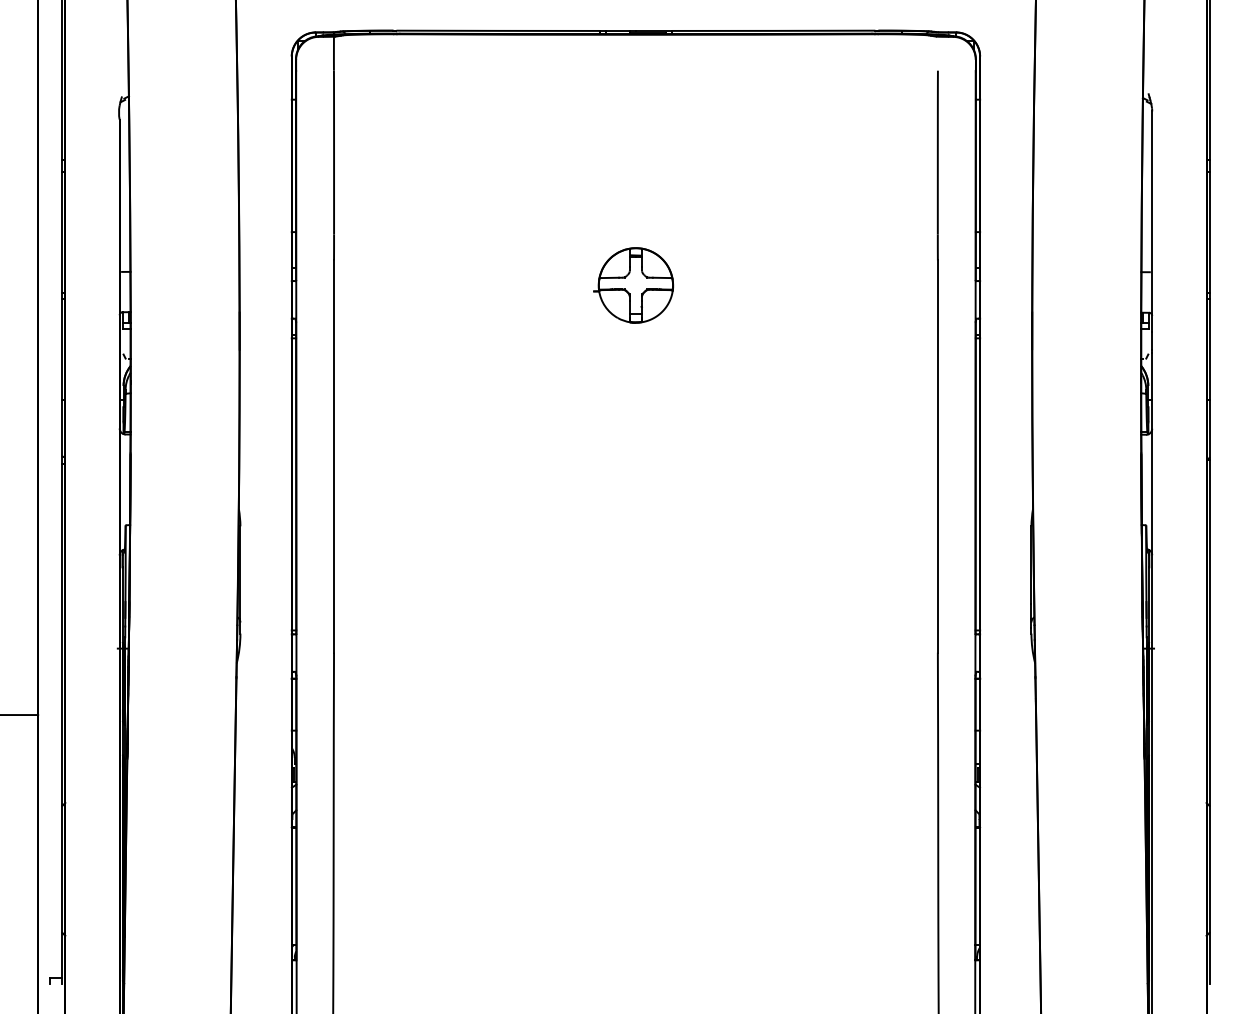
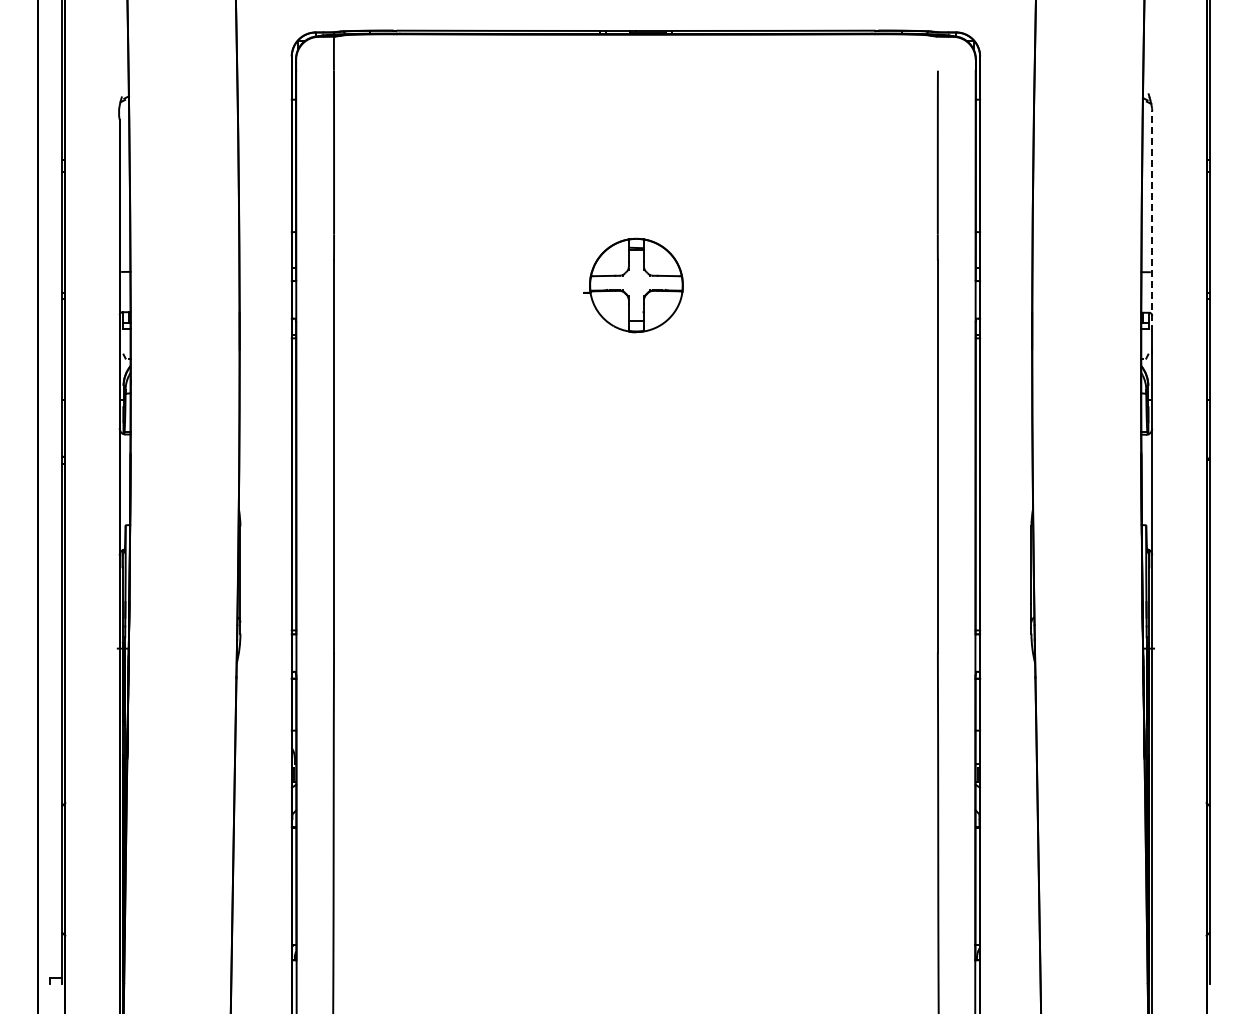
line at (1152, 221): solid -> dashed
part at (633, 285) size: 82x77 px -> 101x97 px
line at (20, 715): present -> none
